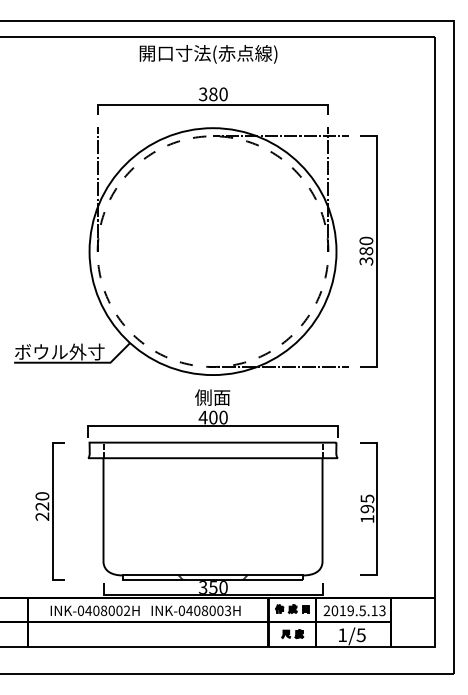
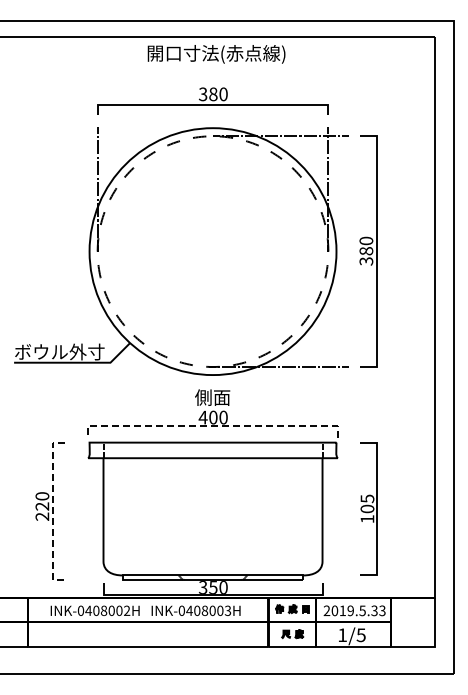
text at (208, 54) position: (208, 54) -> (216, 54)
line at (213, 425): solid -> dashed
text at (367, 508): 195 -> 105
line at (52, 511): solid -> dashed
text at (374, 610): 2019.5.13 -> 2019.5.33
